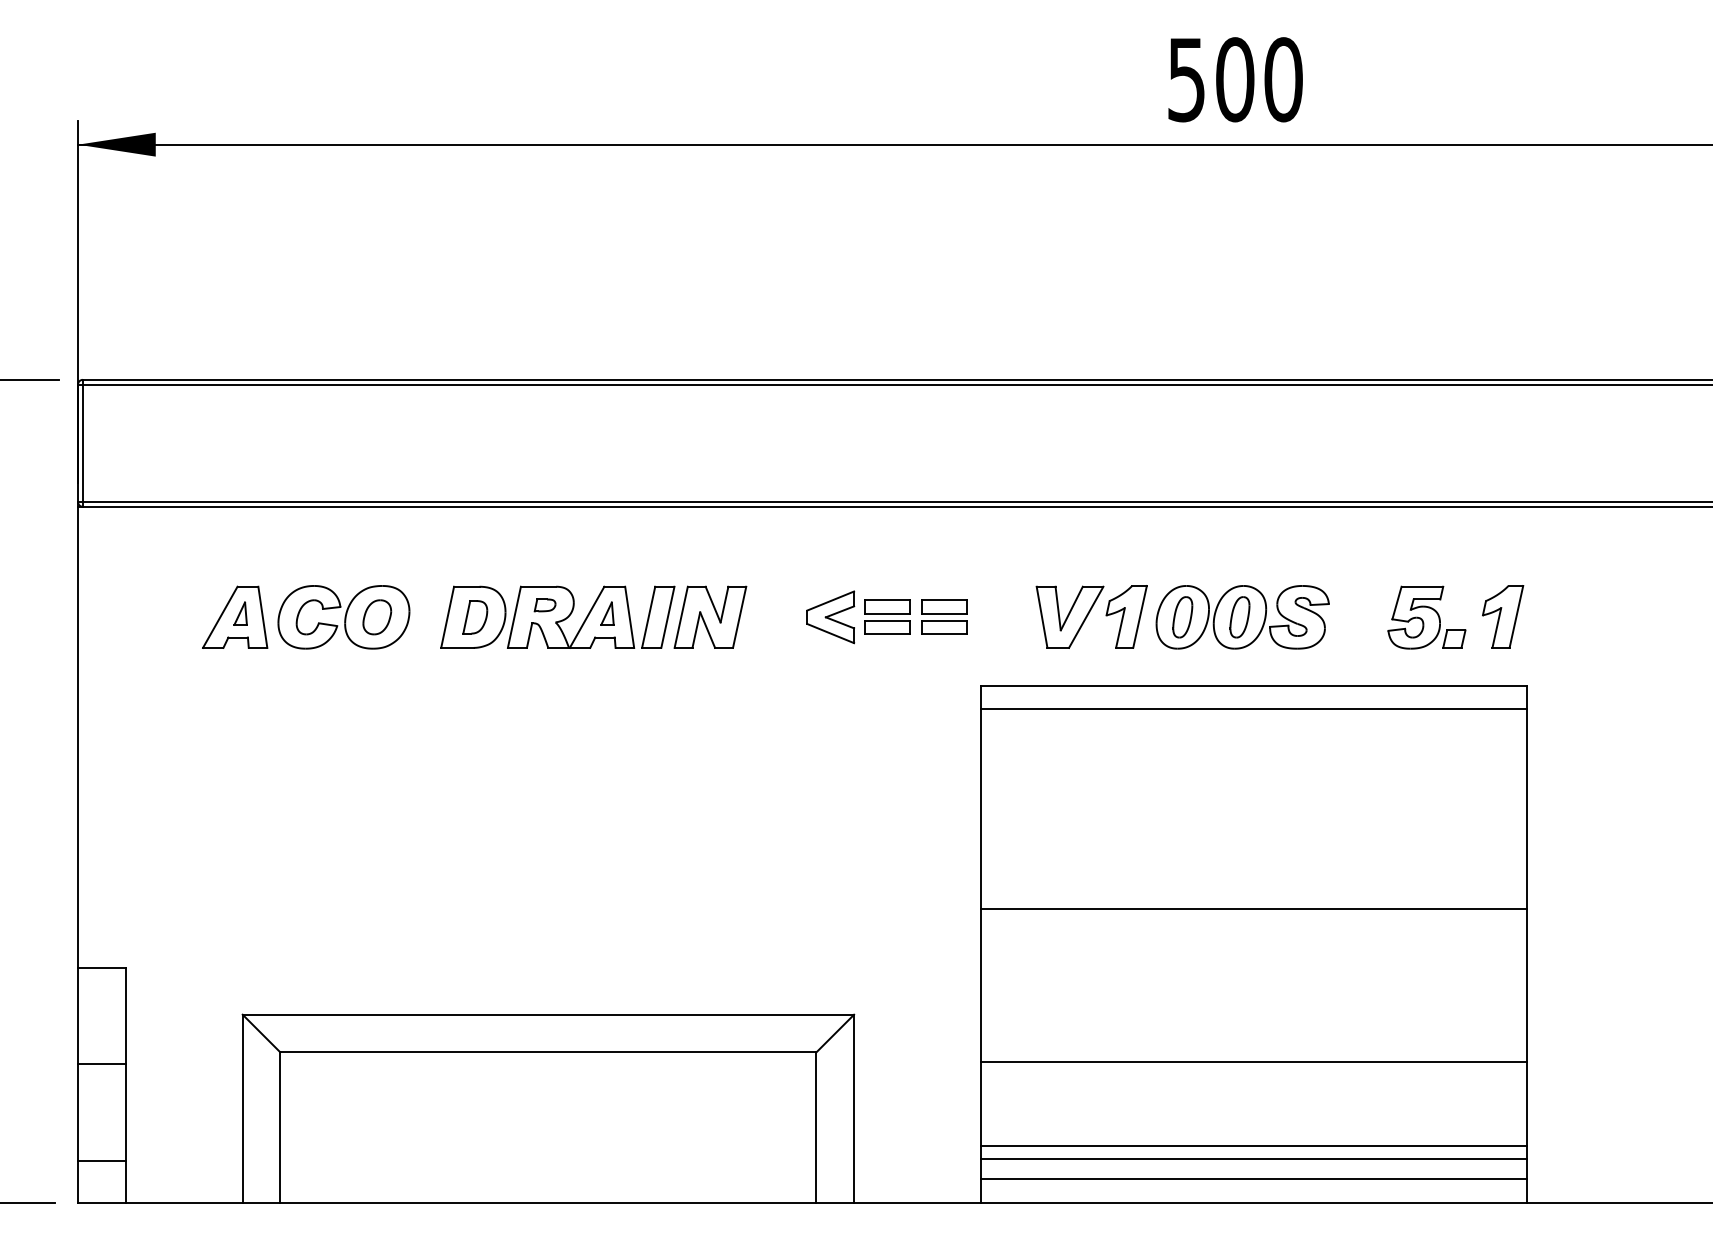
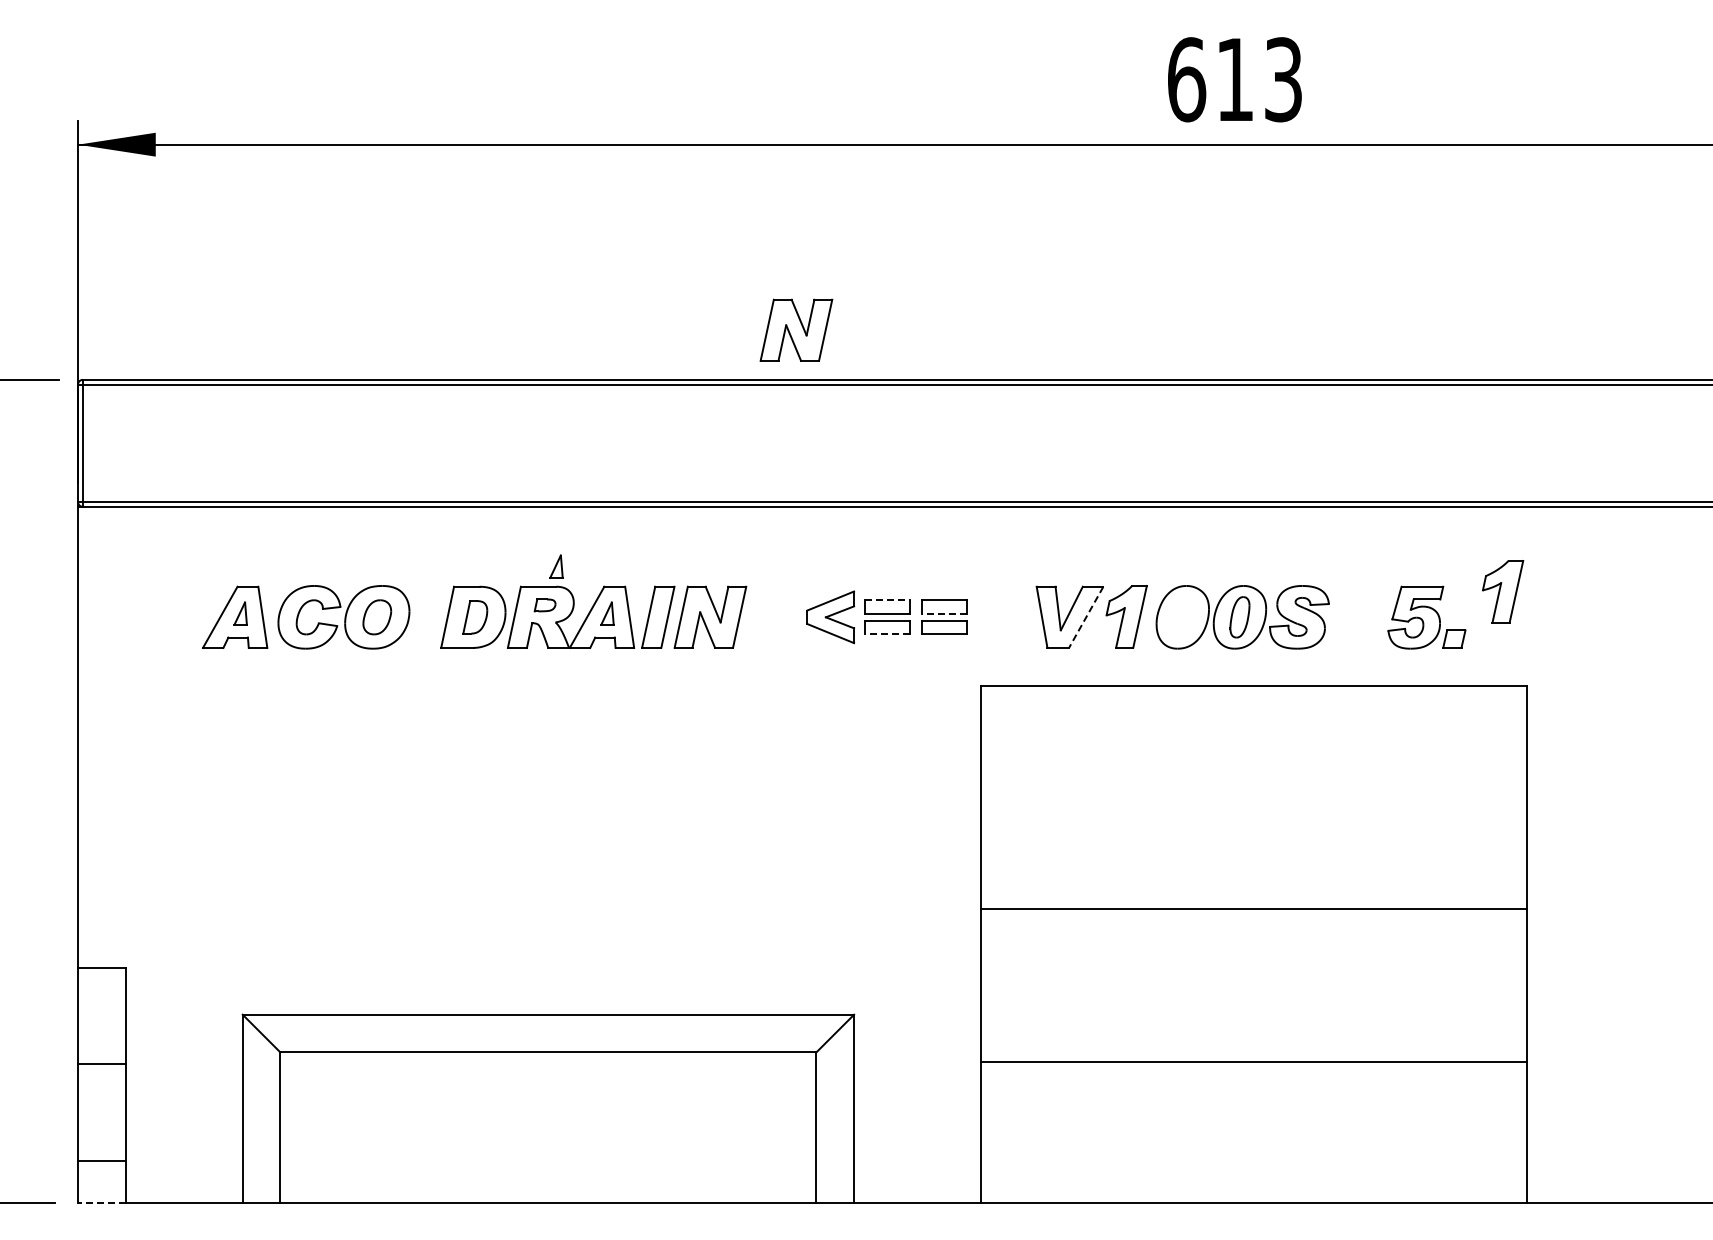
text at (1235, 79): 500 -> 613
part at (796, 329): none -> present
part at (556, 566): none -> present
line at (887, 600): solid -> dashed
line at (944, 613): solid -> dashed
part at (1503, 616) position: (1503, 616) -> (1503, 591)
line at (1085, 617): solid -> dashed
part at (1182, 617): present -> none
line at (887, 634): solid -> dashed
line at (1253, 709): present -> none
line at (1253, 1146): present -> none
line at (1253, 1158): present -> none
line at (1253, 1179): present -> none
line at (101, 1202): solid -> dashed
